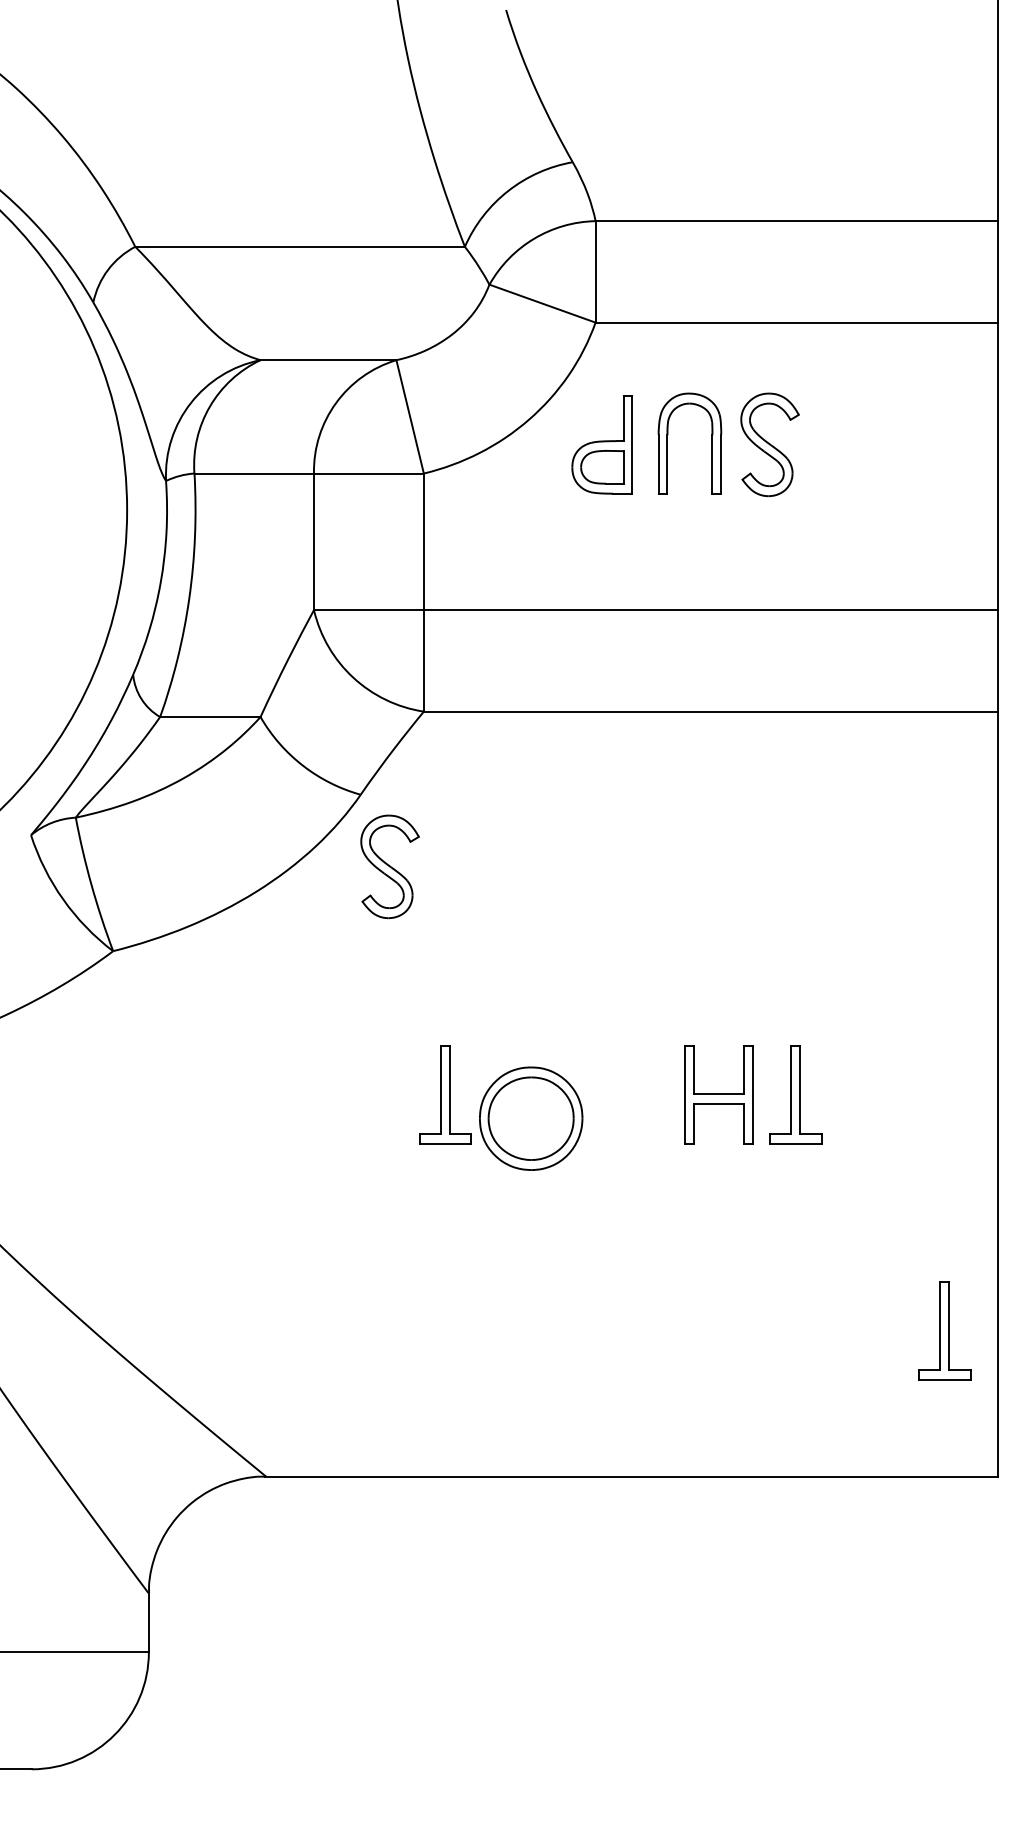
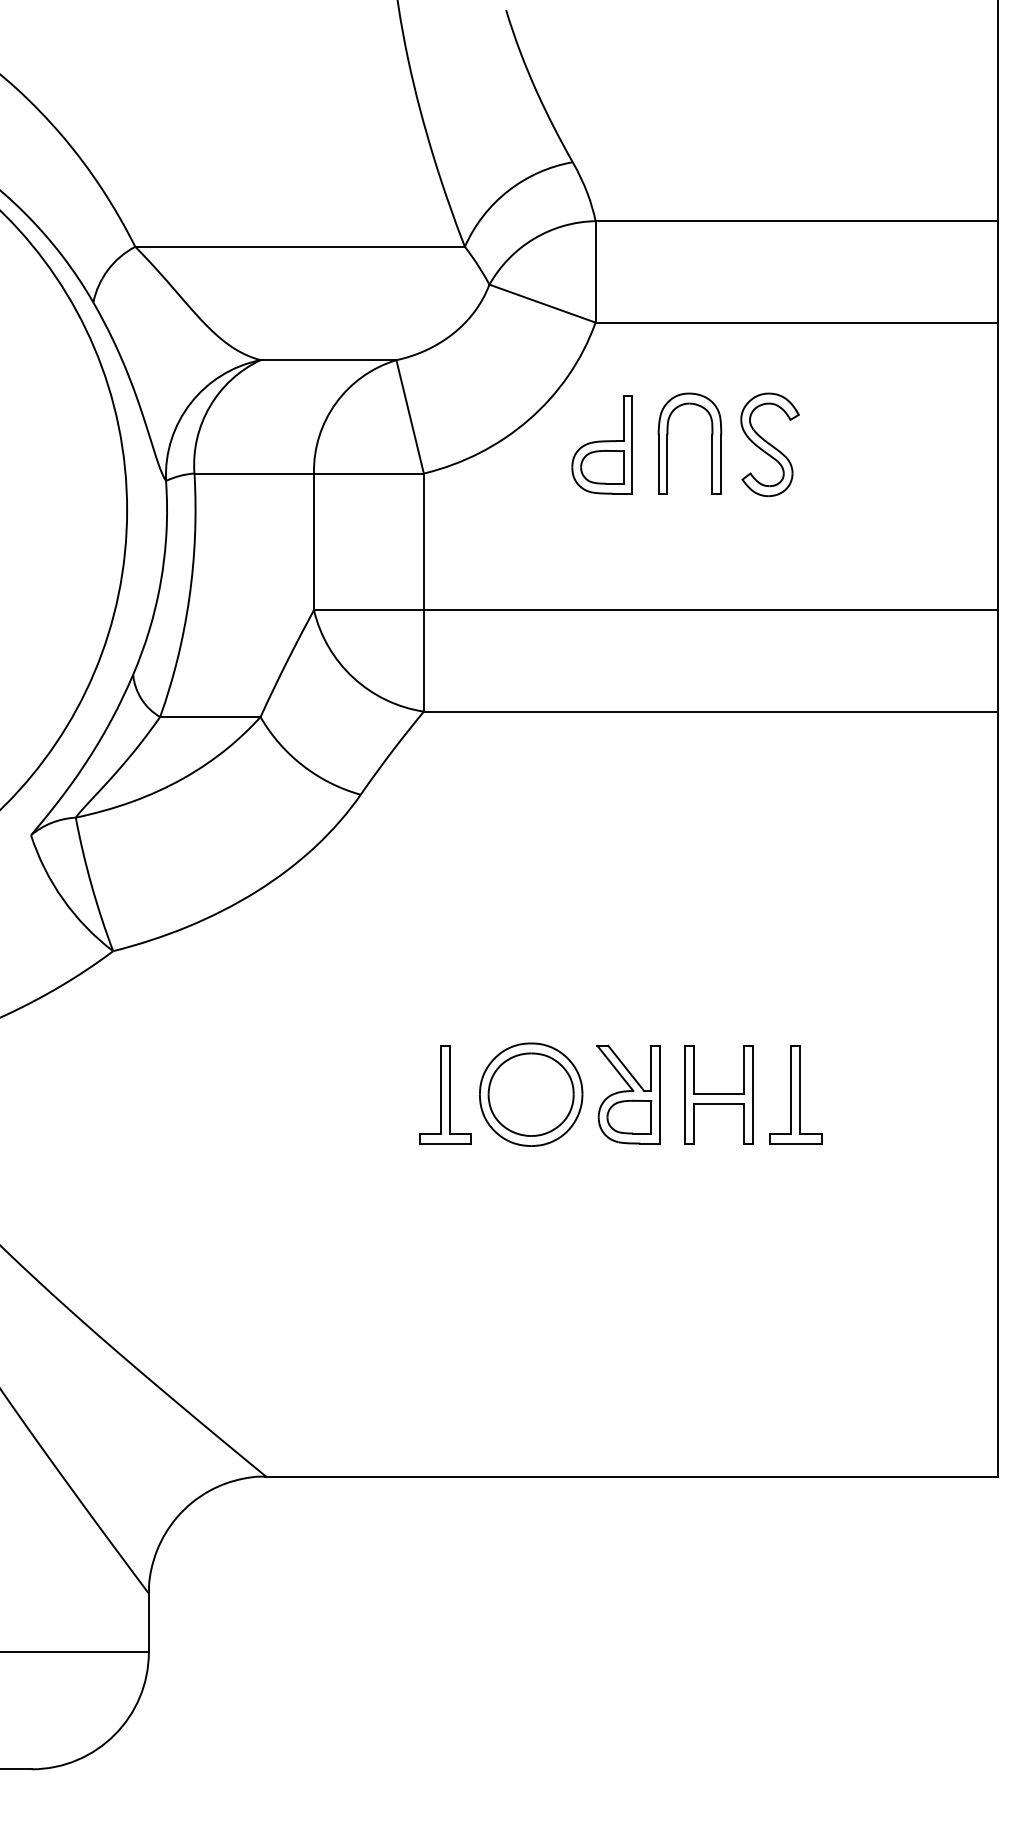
part at (389, 866): present -> none
part at (628, 1094): none -> present
part at (531, 1118) position: (531, 1118) -> (531, 1094)
part at (944, 1330): present -> none
